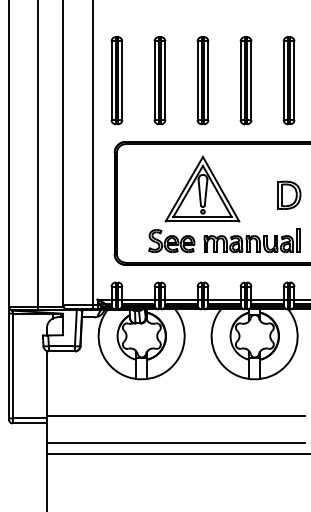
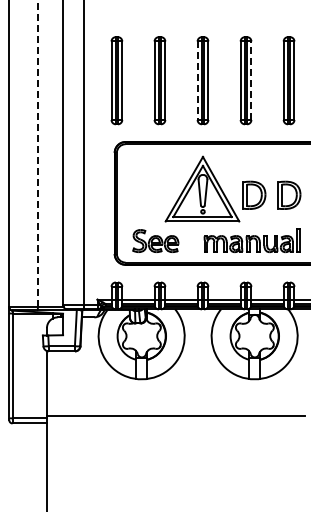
line at (251, 80): solid -> dashed
line at (197, 81): solid -> dashed
line at (37, 153): solid -> dashed
line at (93, 155) position: (93, 155) -> (84, 155)
part at (254, 194): none -> present
part at (171, 240) position: (171, 240) -> (155, 240)
line at (175, 442): present -> none
line at (176, 453): present -> none
